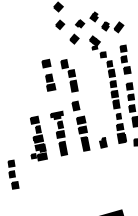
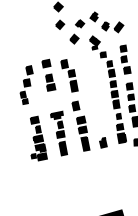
part at (26, 84): none -> present
part at (13, 174): present -> none
